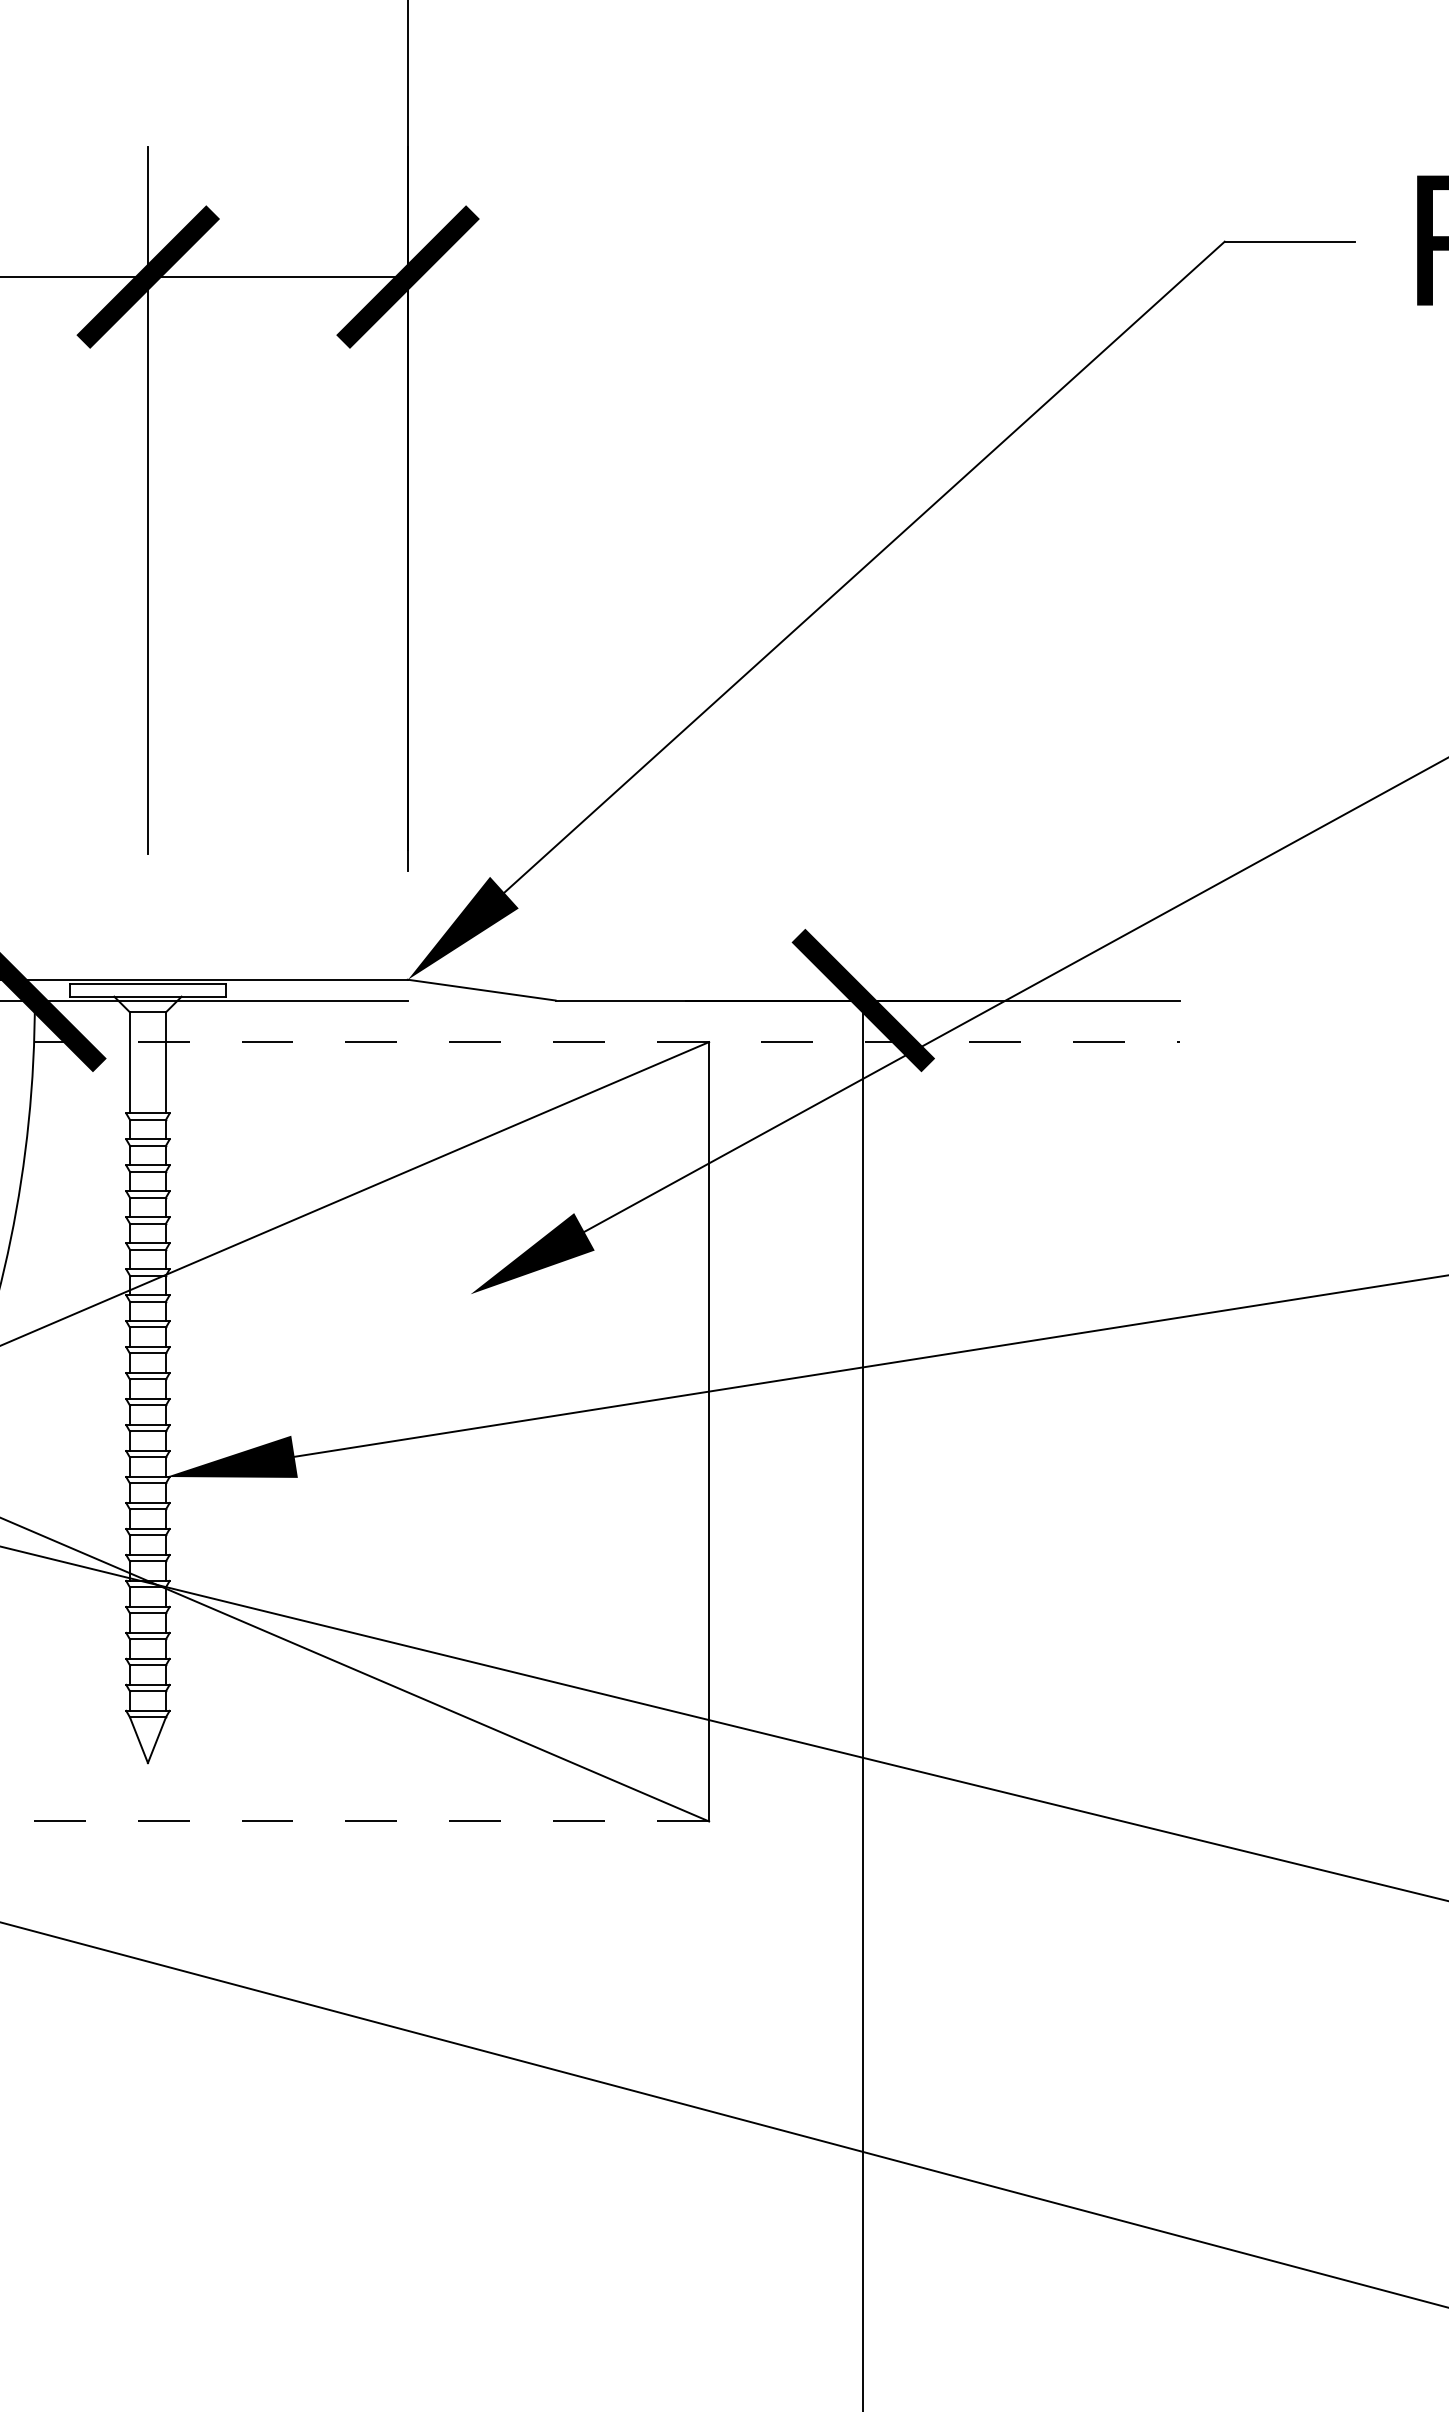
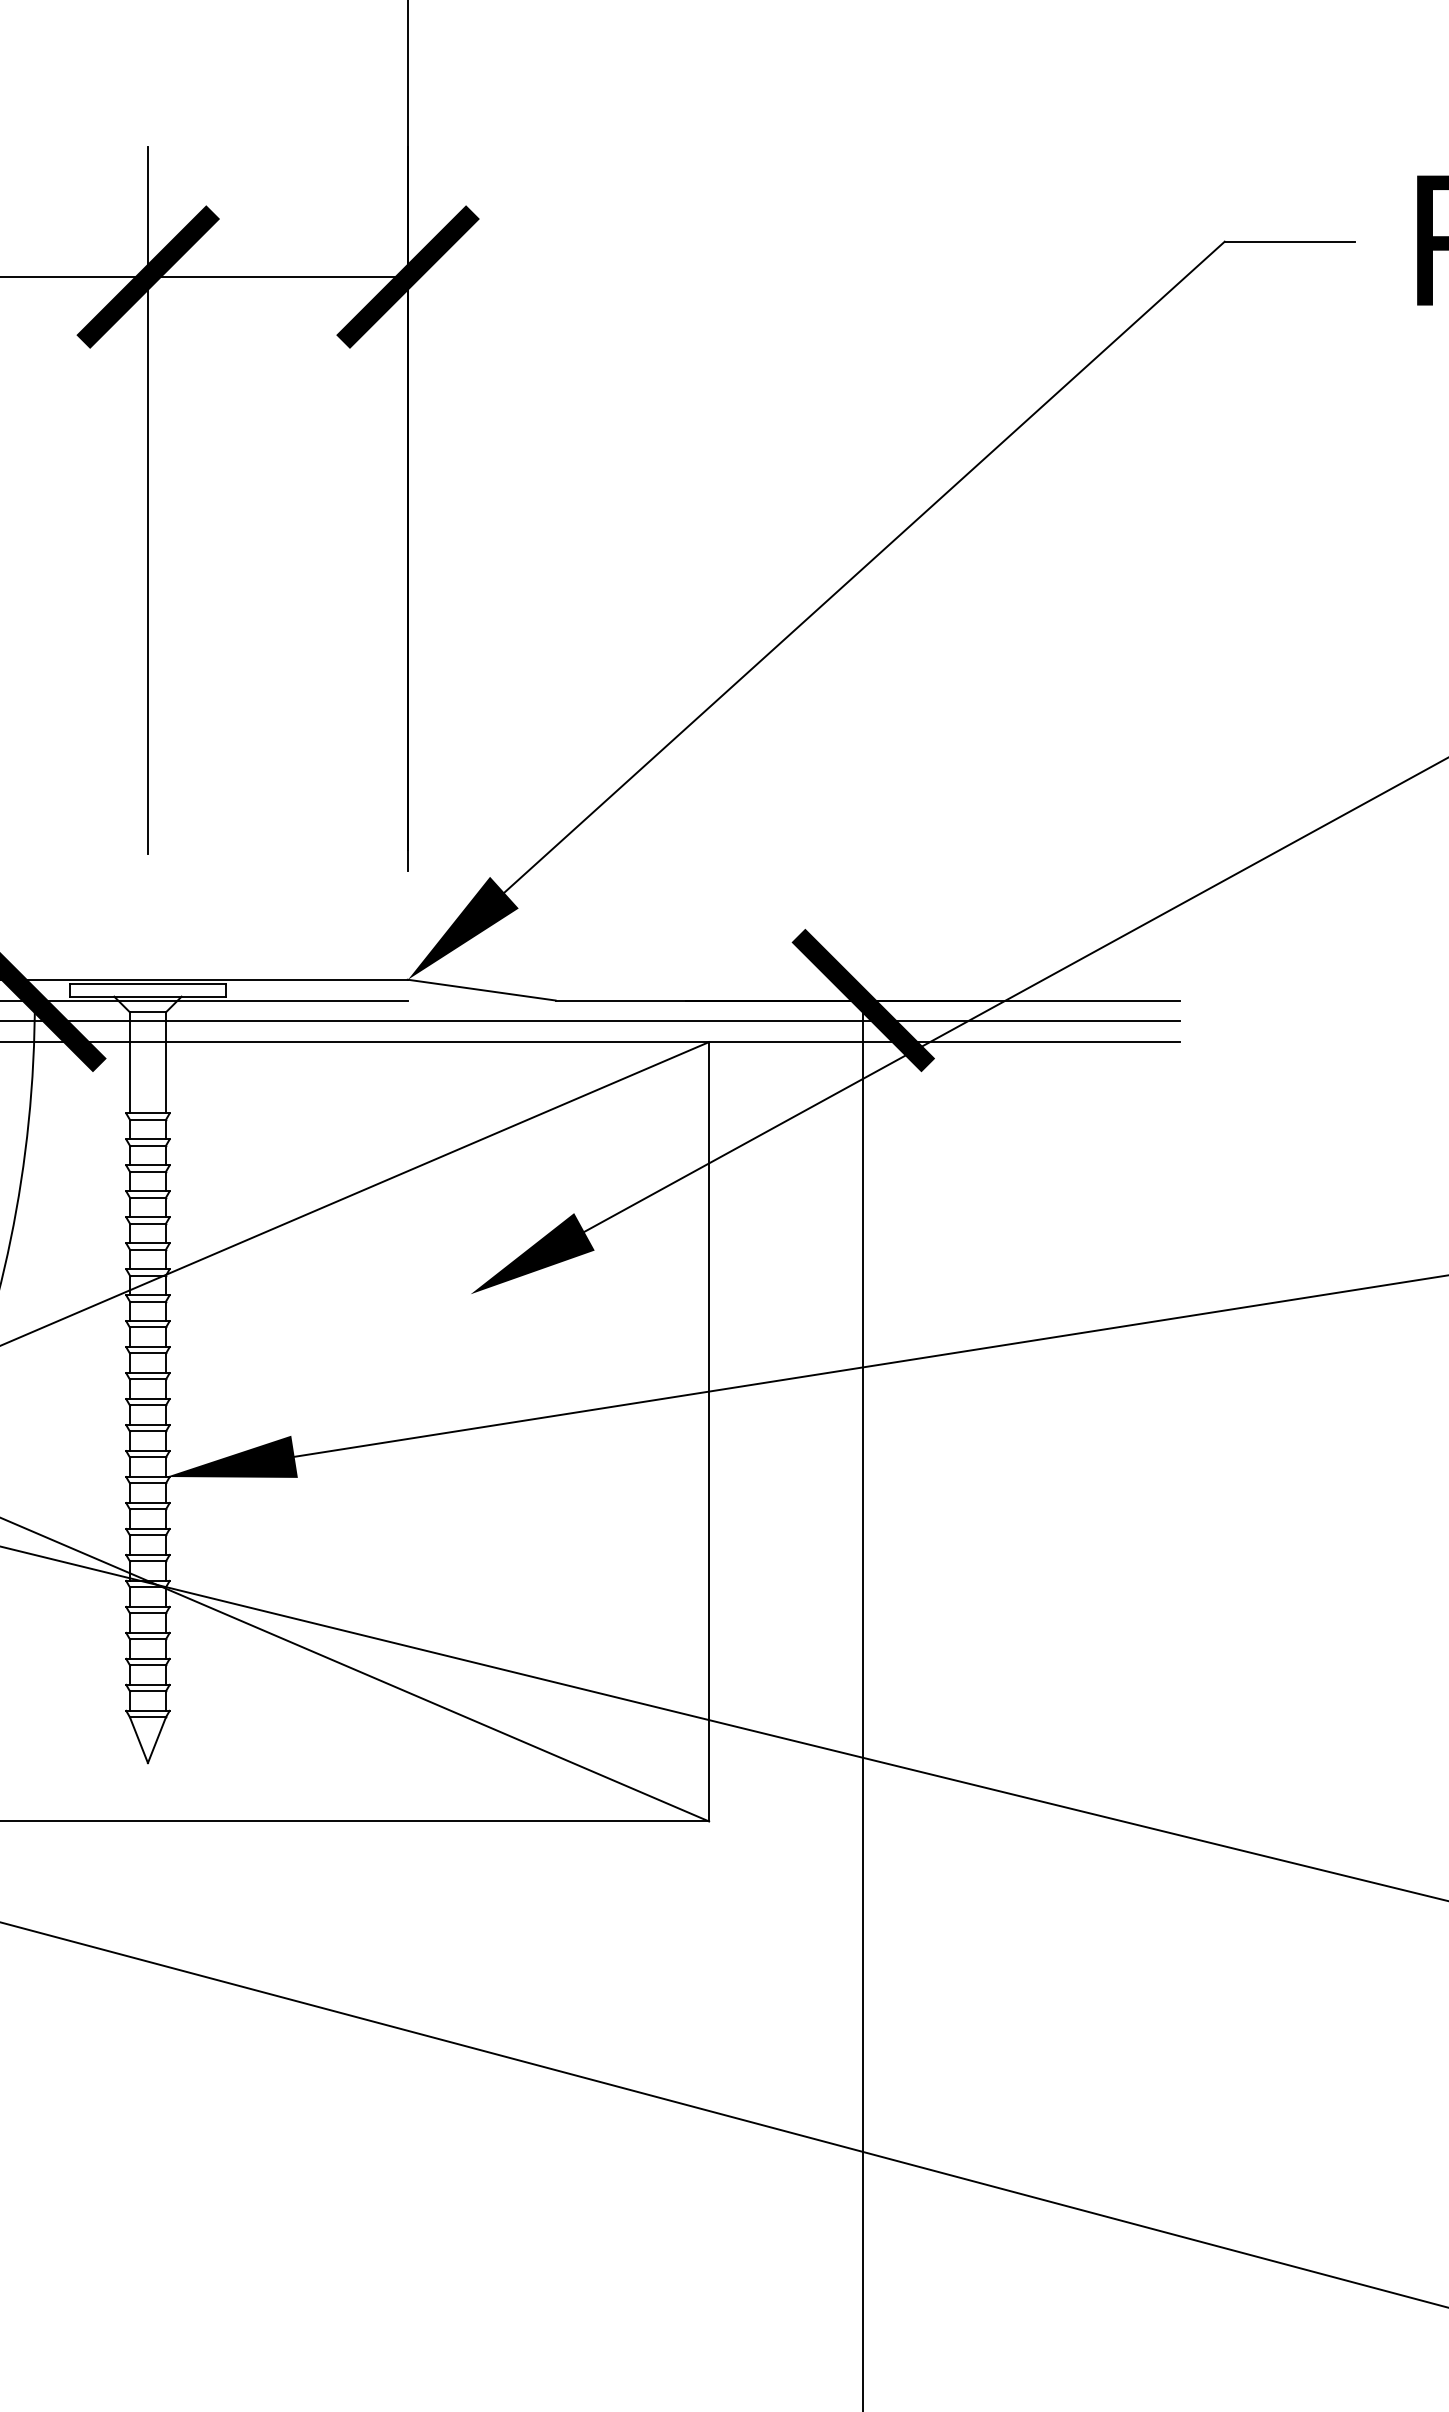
line at (590, 1021): none -> present
line at (589, 1042): dashed -> solid
line at (355, 1821): dashed -> solid
